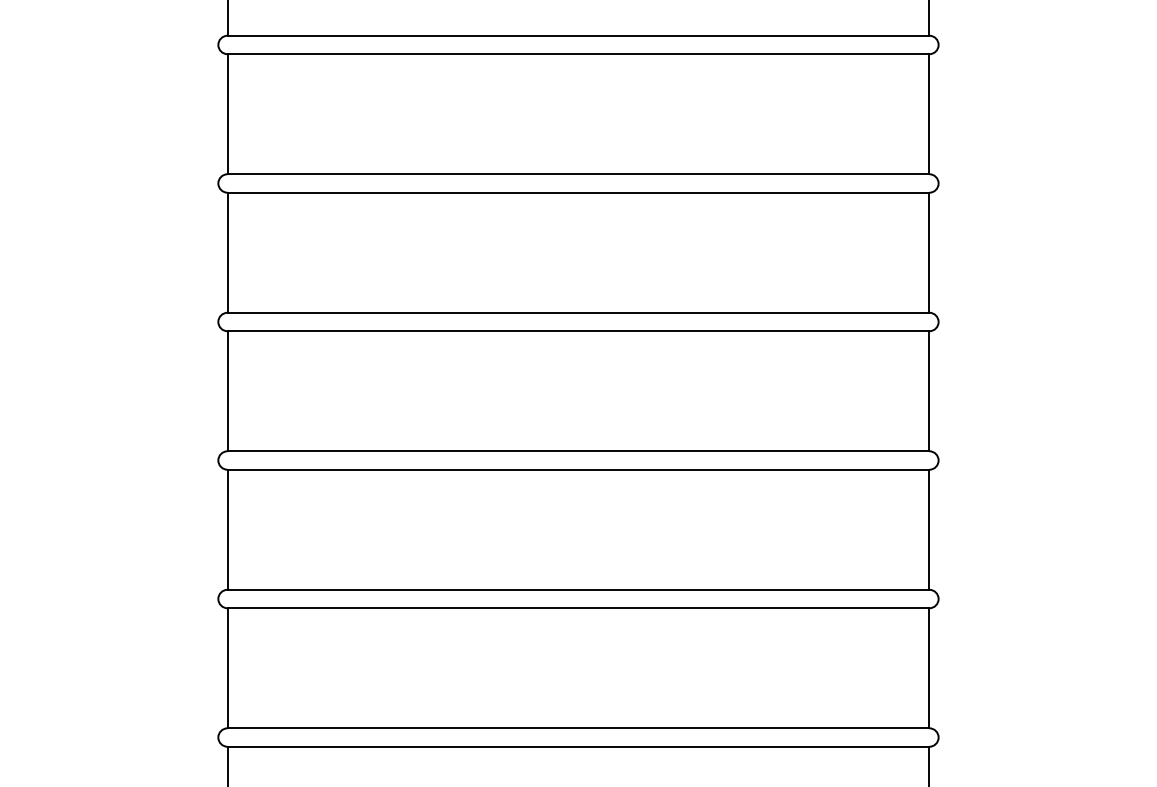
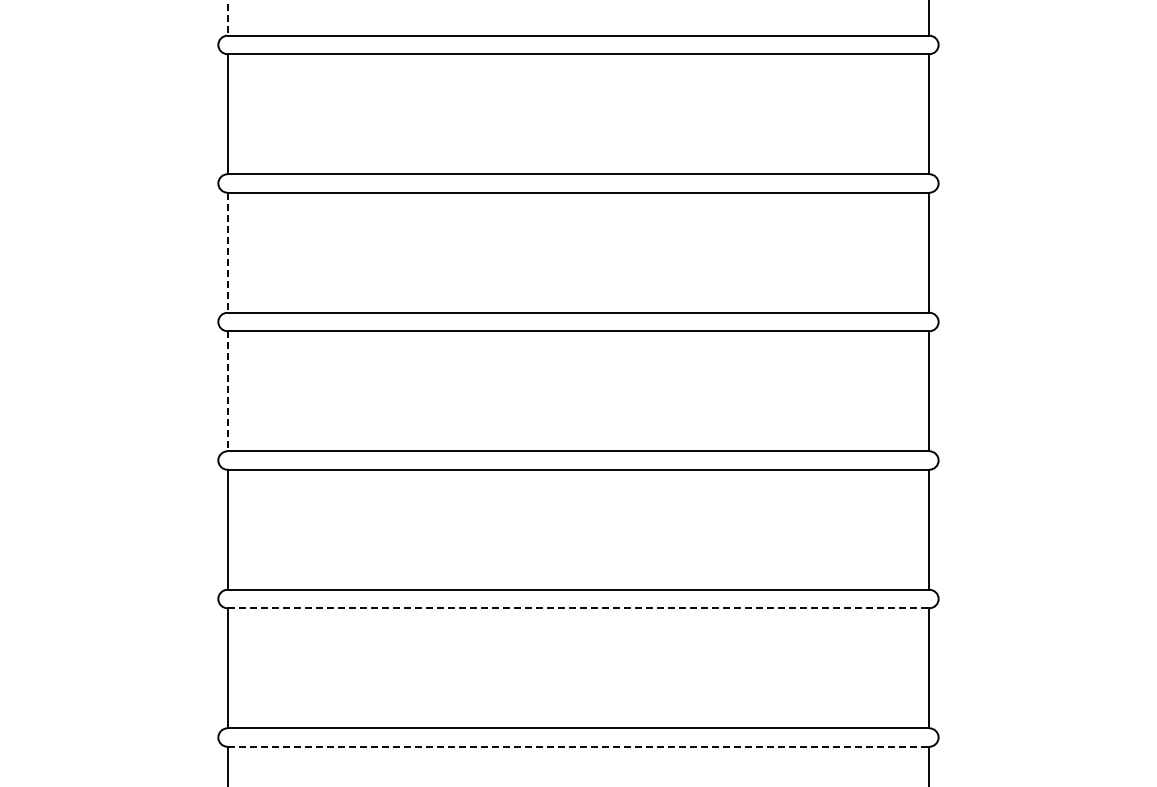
line at (227, 17): solid -> dashed
line at (227, 253): solid -> dashed
line at (227, 391): solid -> dashed
line at (578, 608): solid -> dashed
line at (578, 746): solid -> dashed
